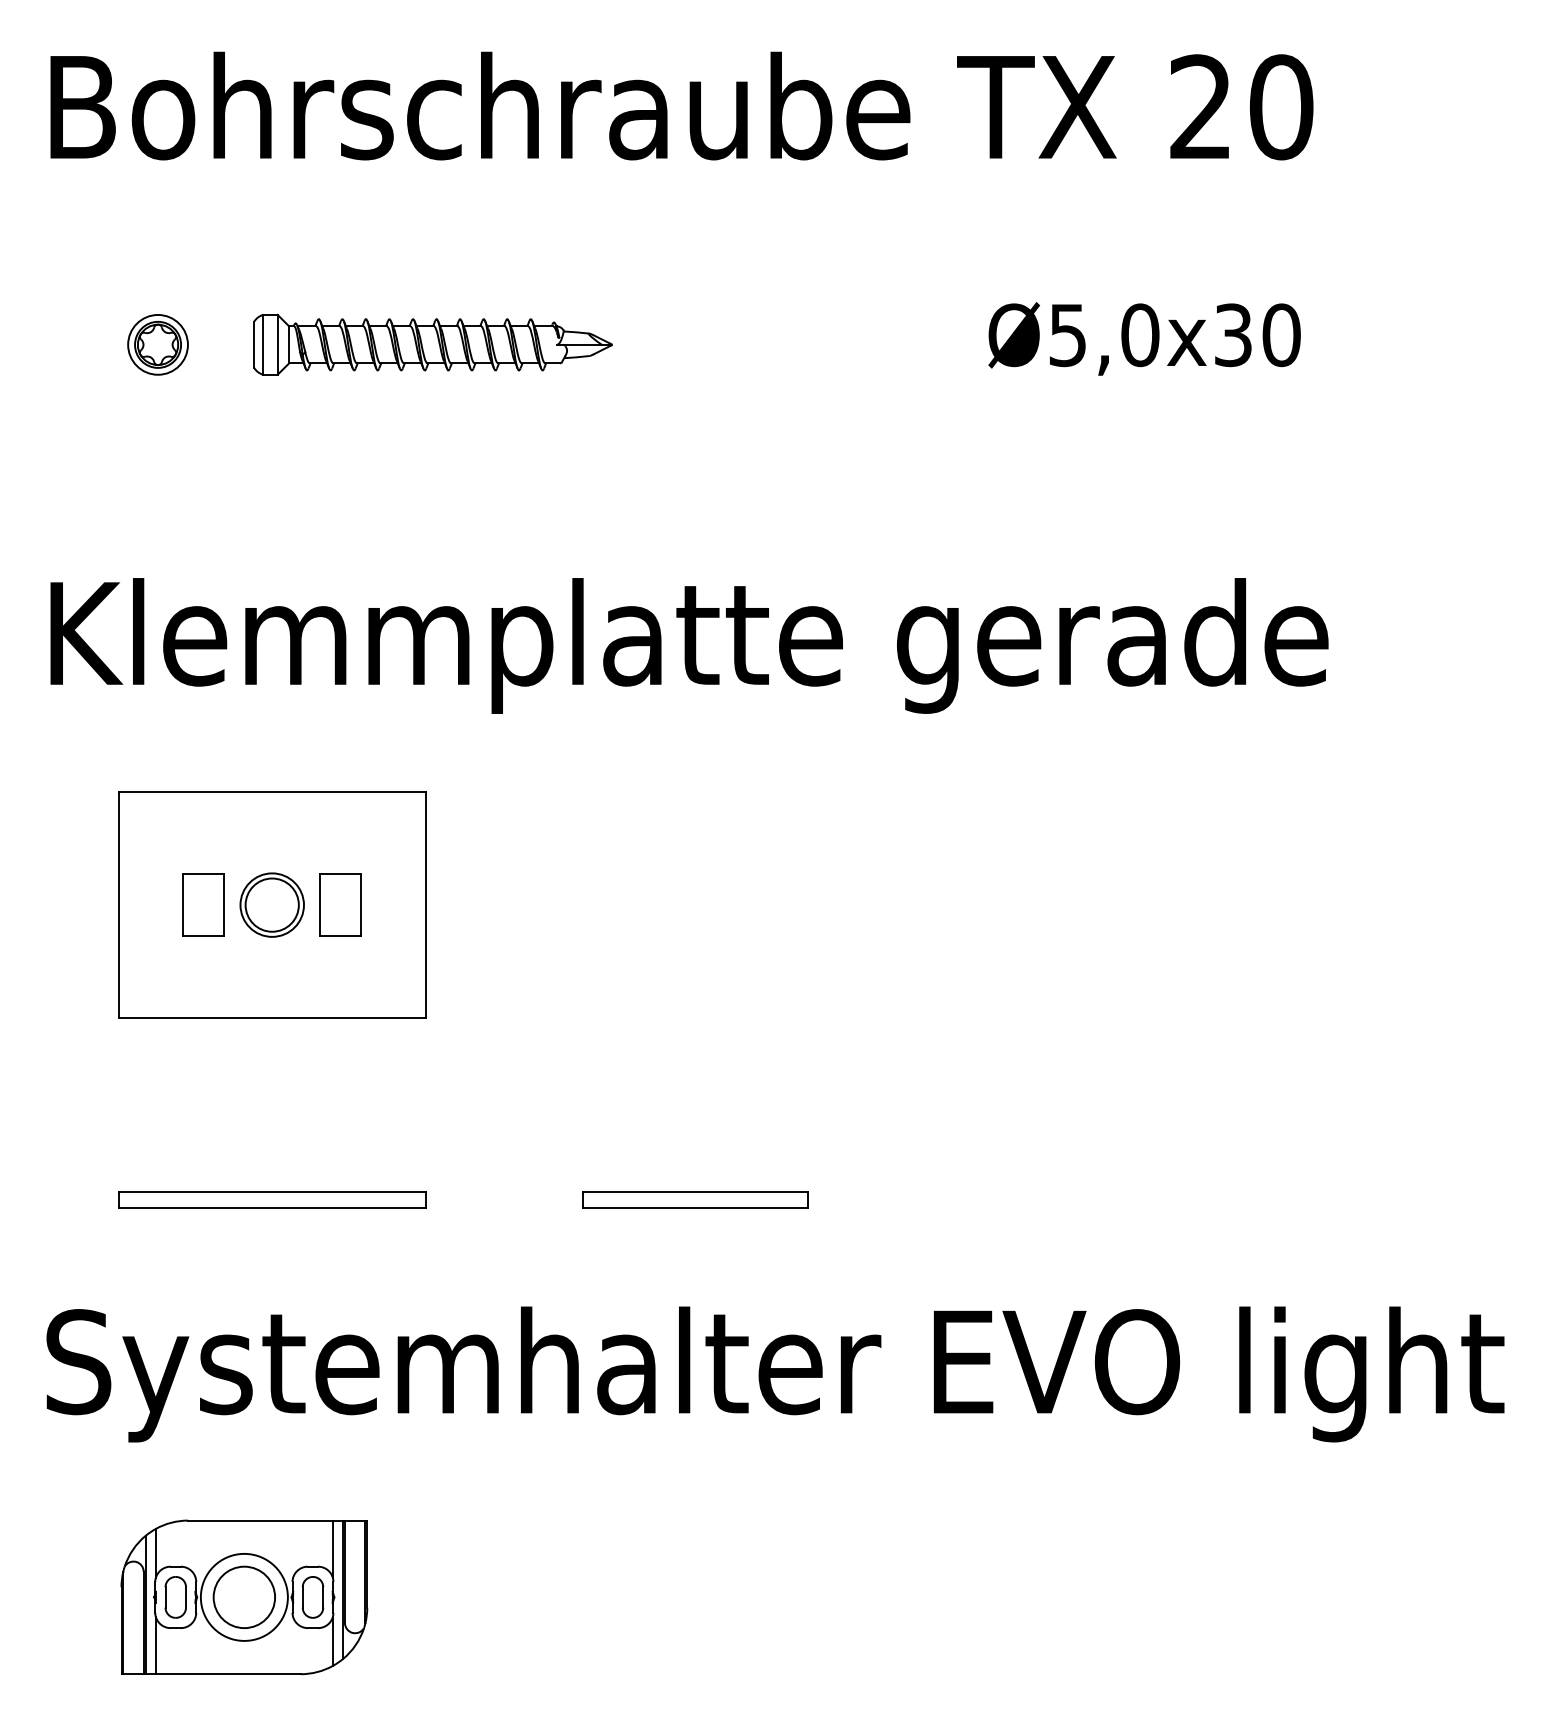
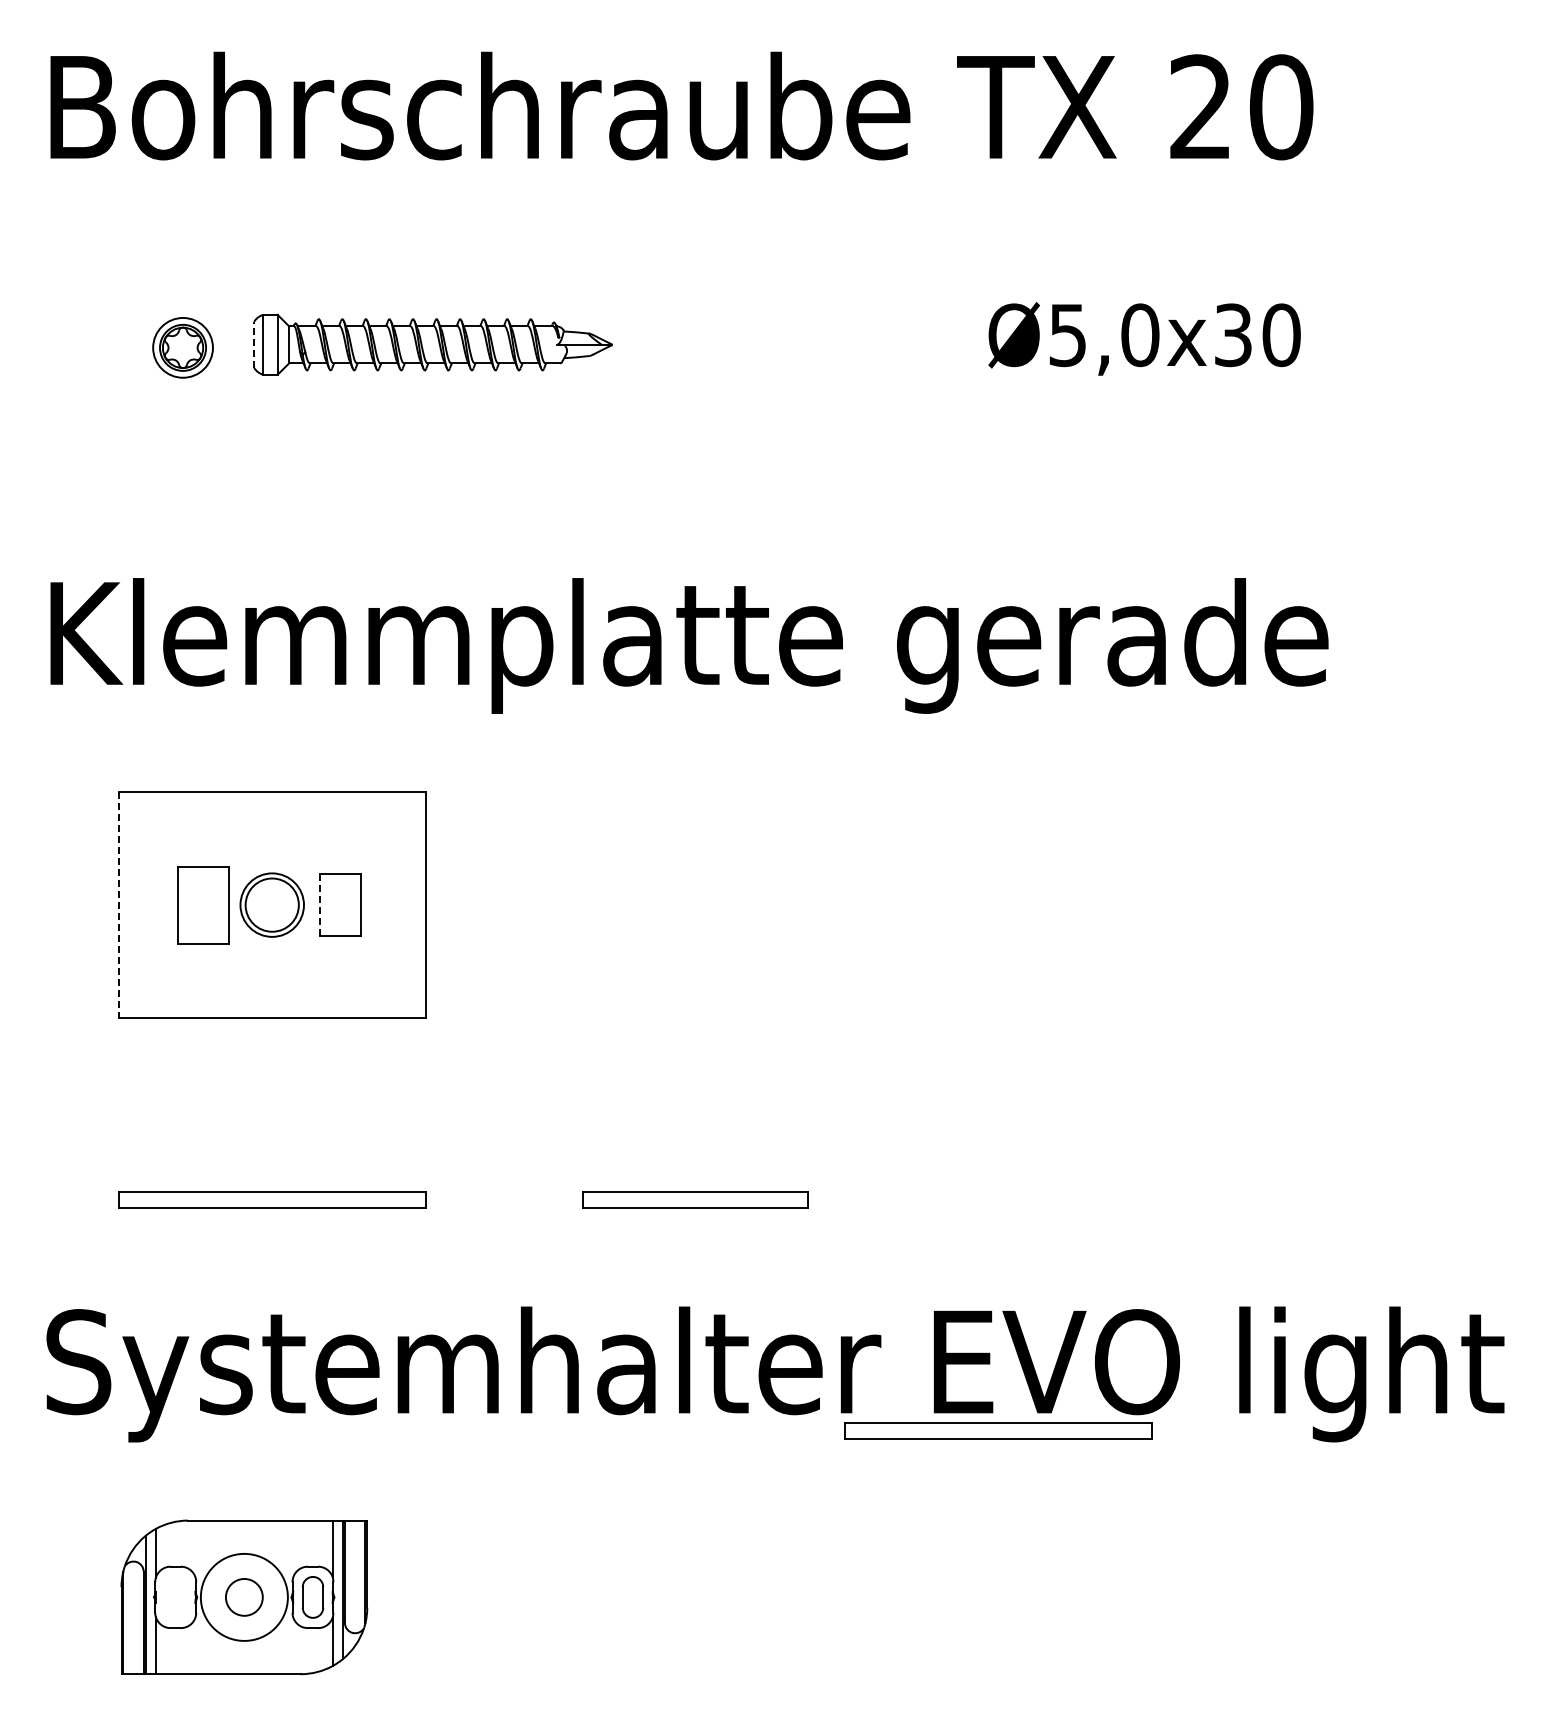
part at (157, 344) position: (157, 344) -> (182, 347)
line at (254, 344): solid -> dashed
part at (203, 904) size: 43x64 px -> 53x79 px
line at (118, 905): solid -> dashed
line at (320, 905): solid -> dashed
part at (998, 1430): none -> present
part at (175, 1597): present -> none
circle at (244, 1597) diameter: 61 px -> 37 px
